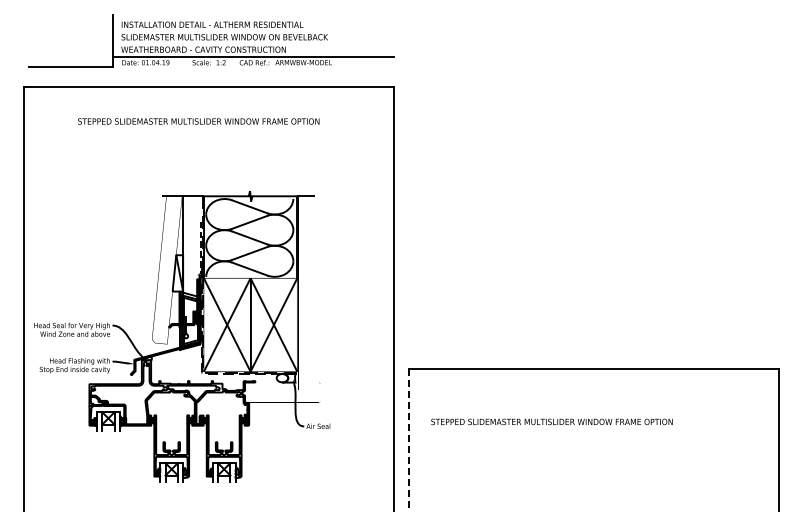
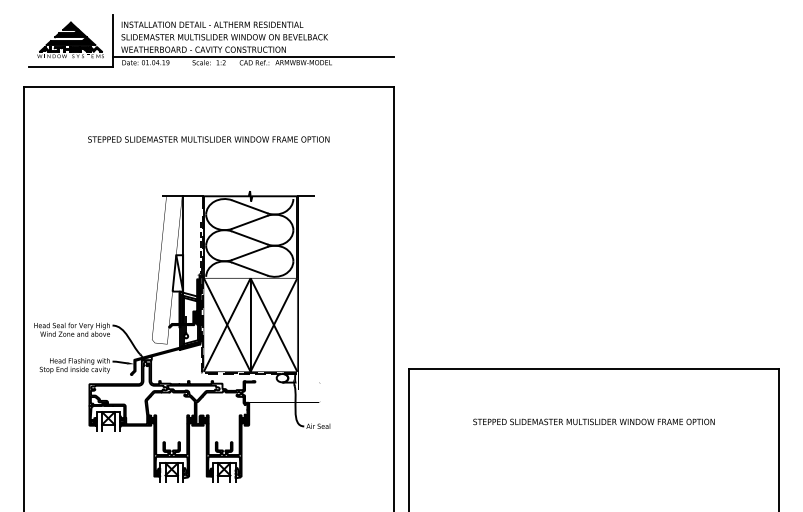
part at (70, 39): none -> present
text at (198, 121) position: (198, 121) -> (208, 139)
text at (551, 421) position: (551, 421) -> (593, 421)
line at (409, 440): dashed -> solid
